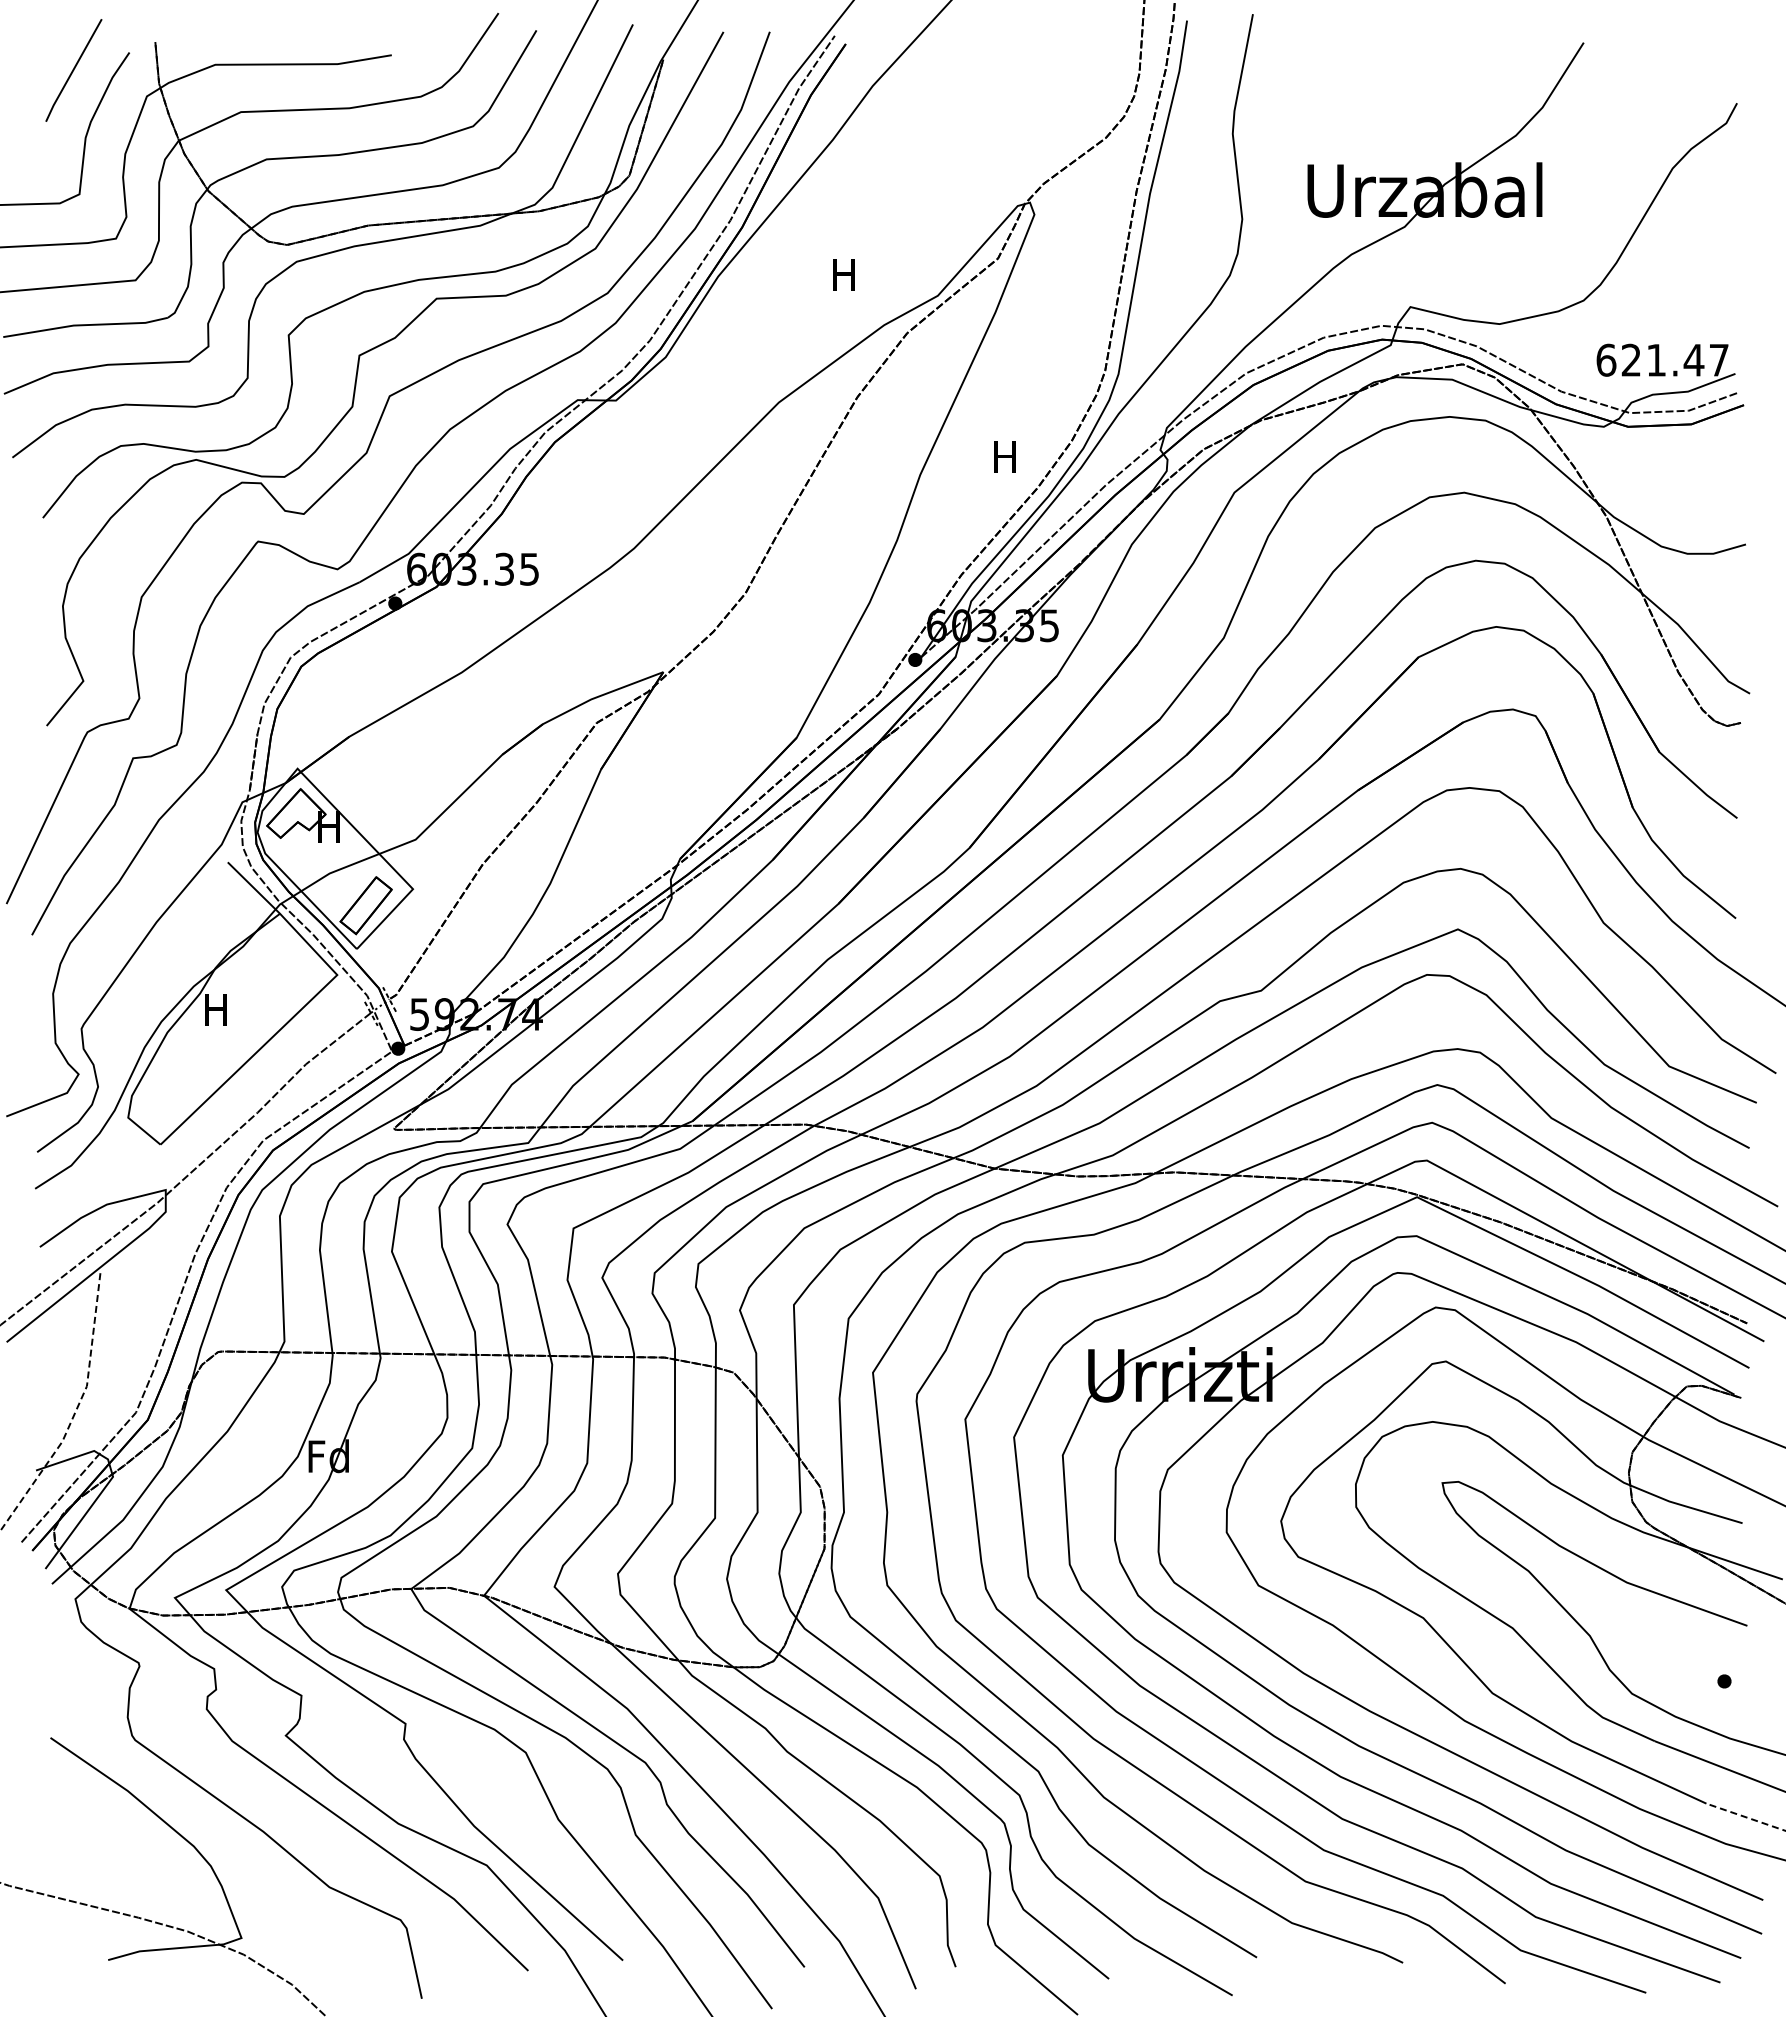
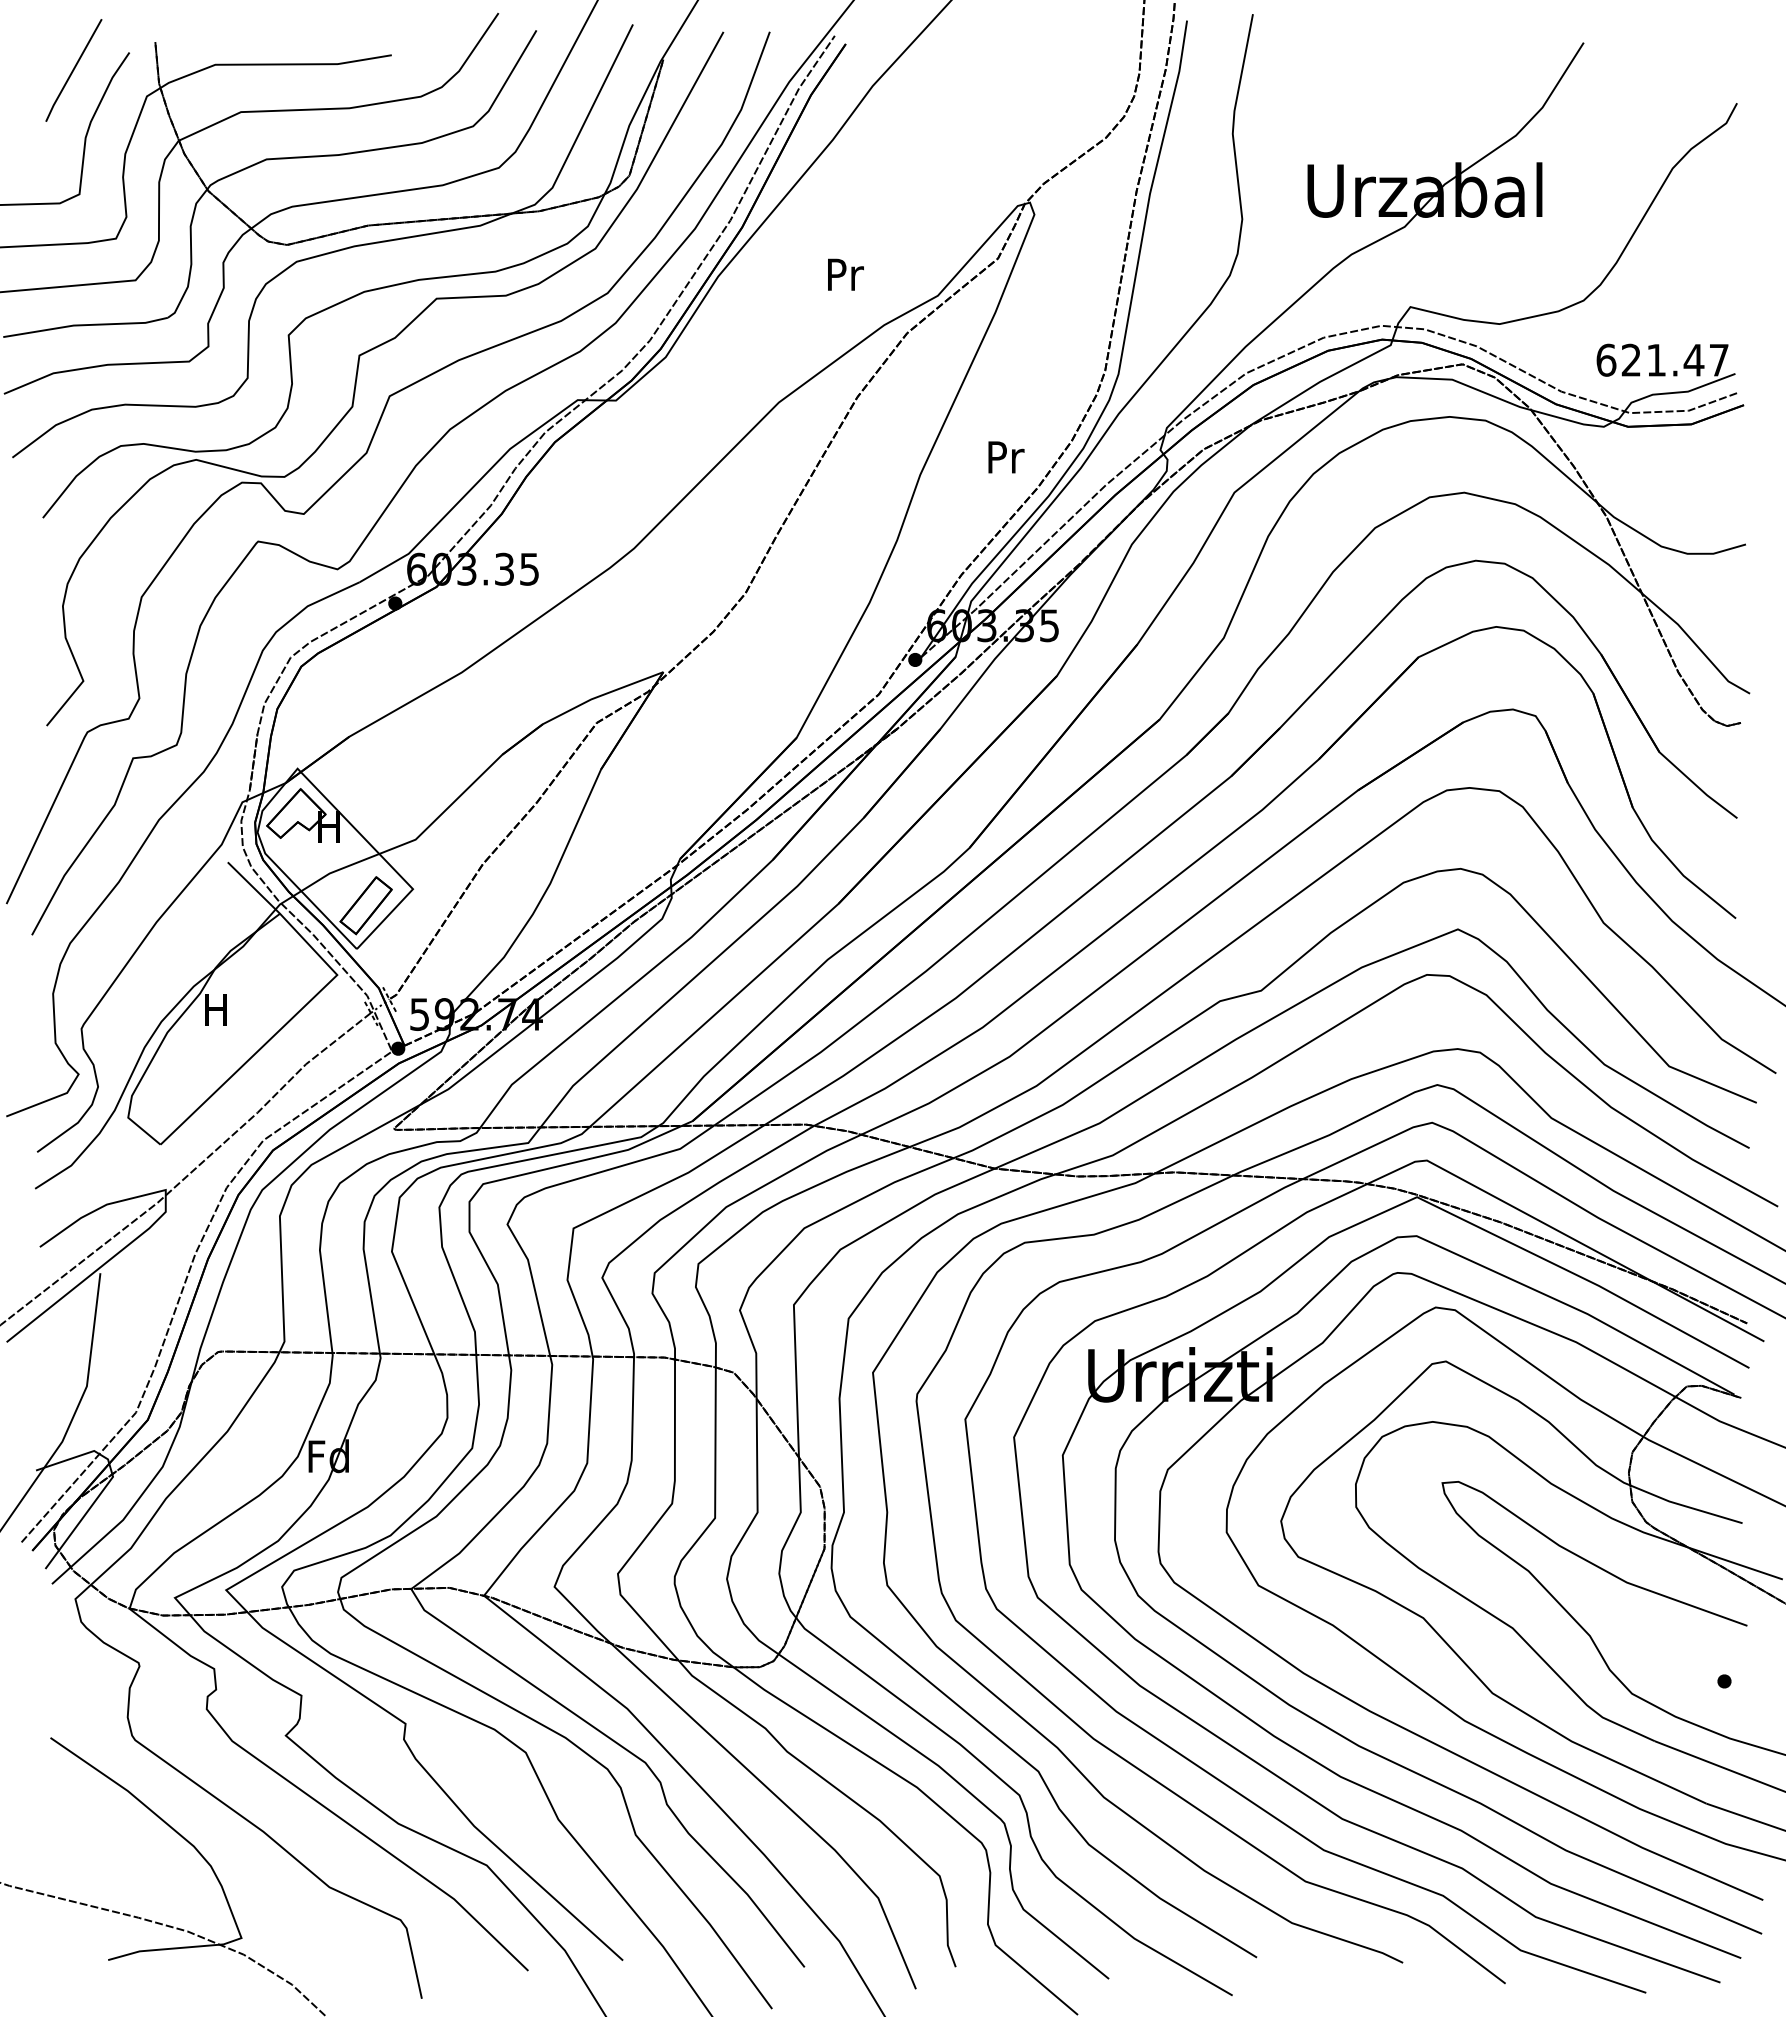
text at (845, 274): H -> Pr
text at (1006, 457): H -> Pr
line at (75, 1411): dashed -> solid
line at (1746, 1817): dashed -> solid
